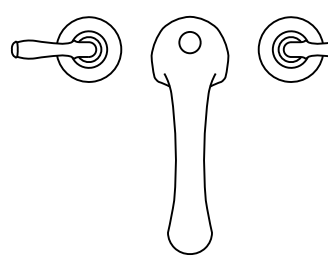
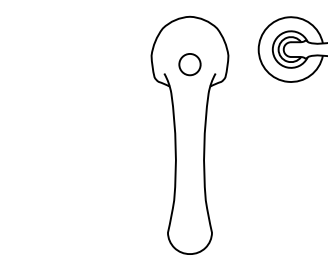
circle at (189, 42) position: (189, 42) -> (189, 64)
part at (66, 49): present -> none
